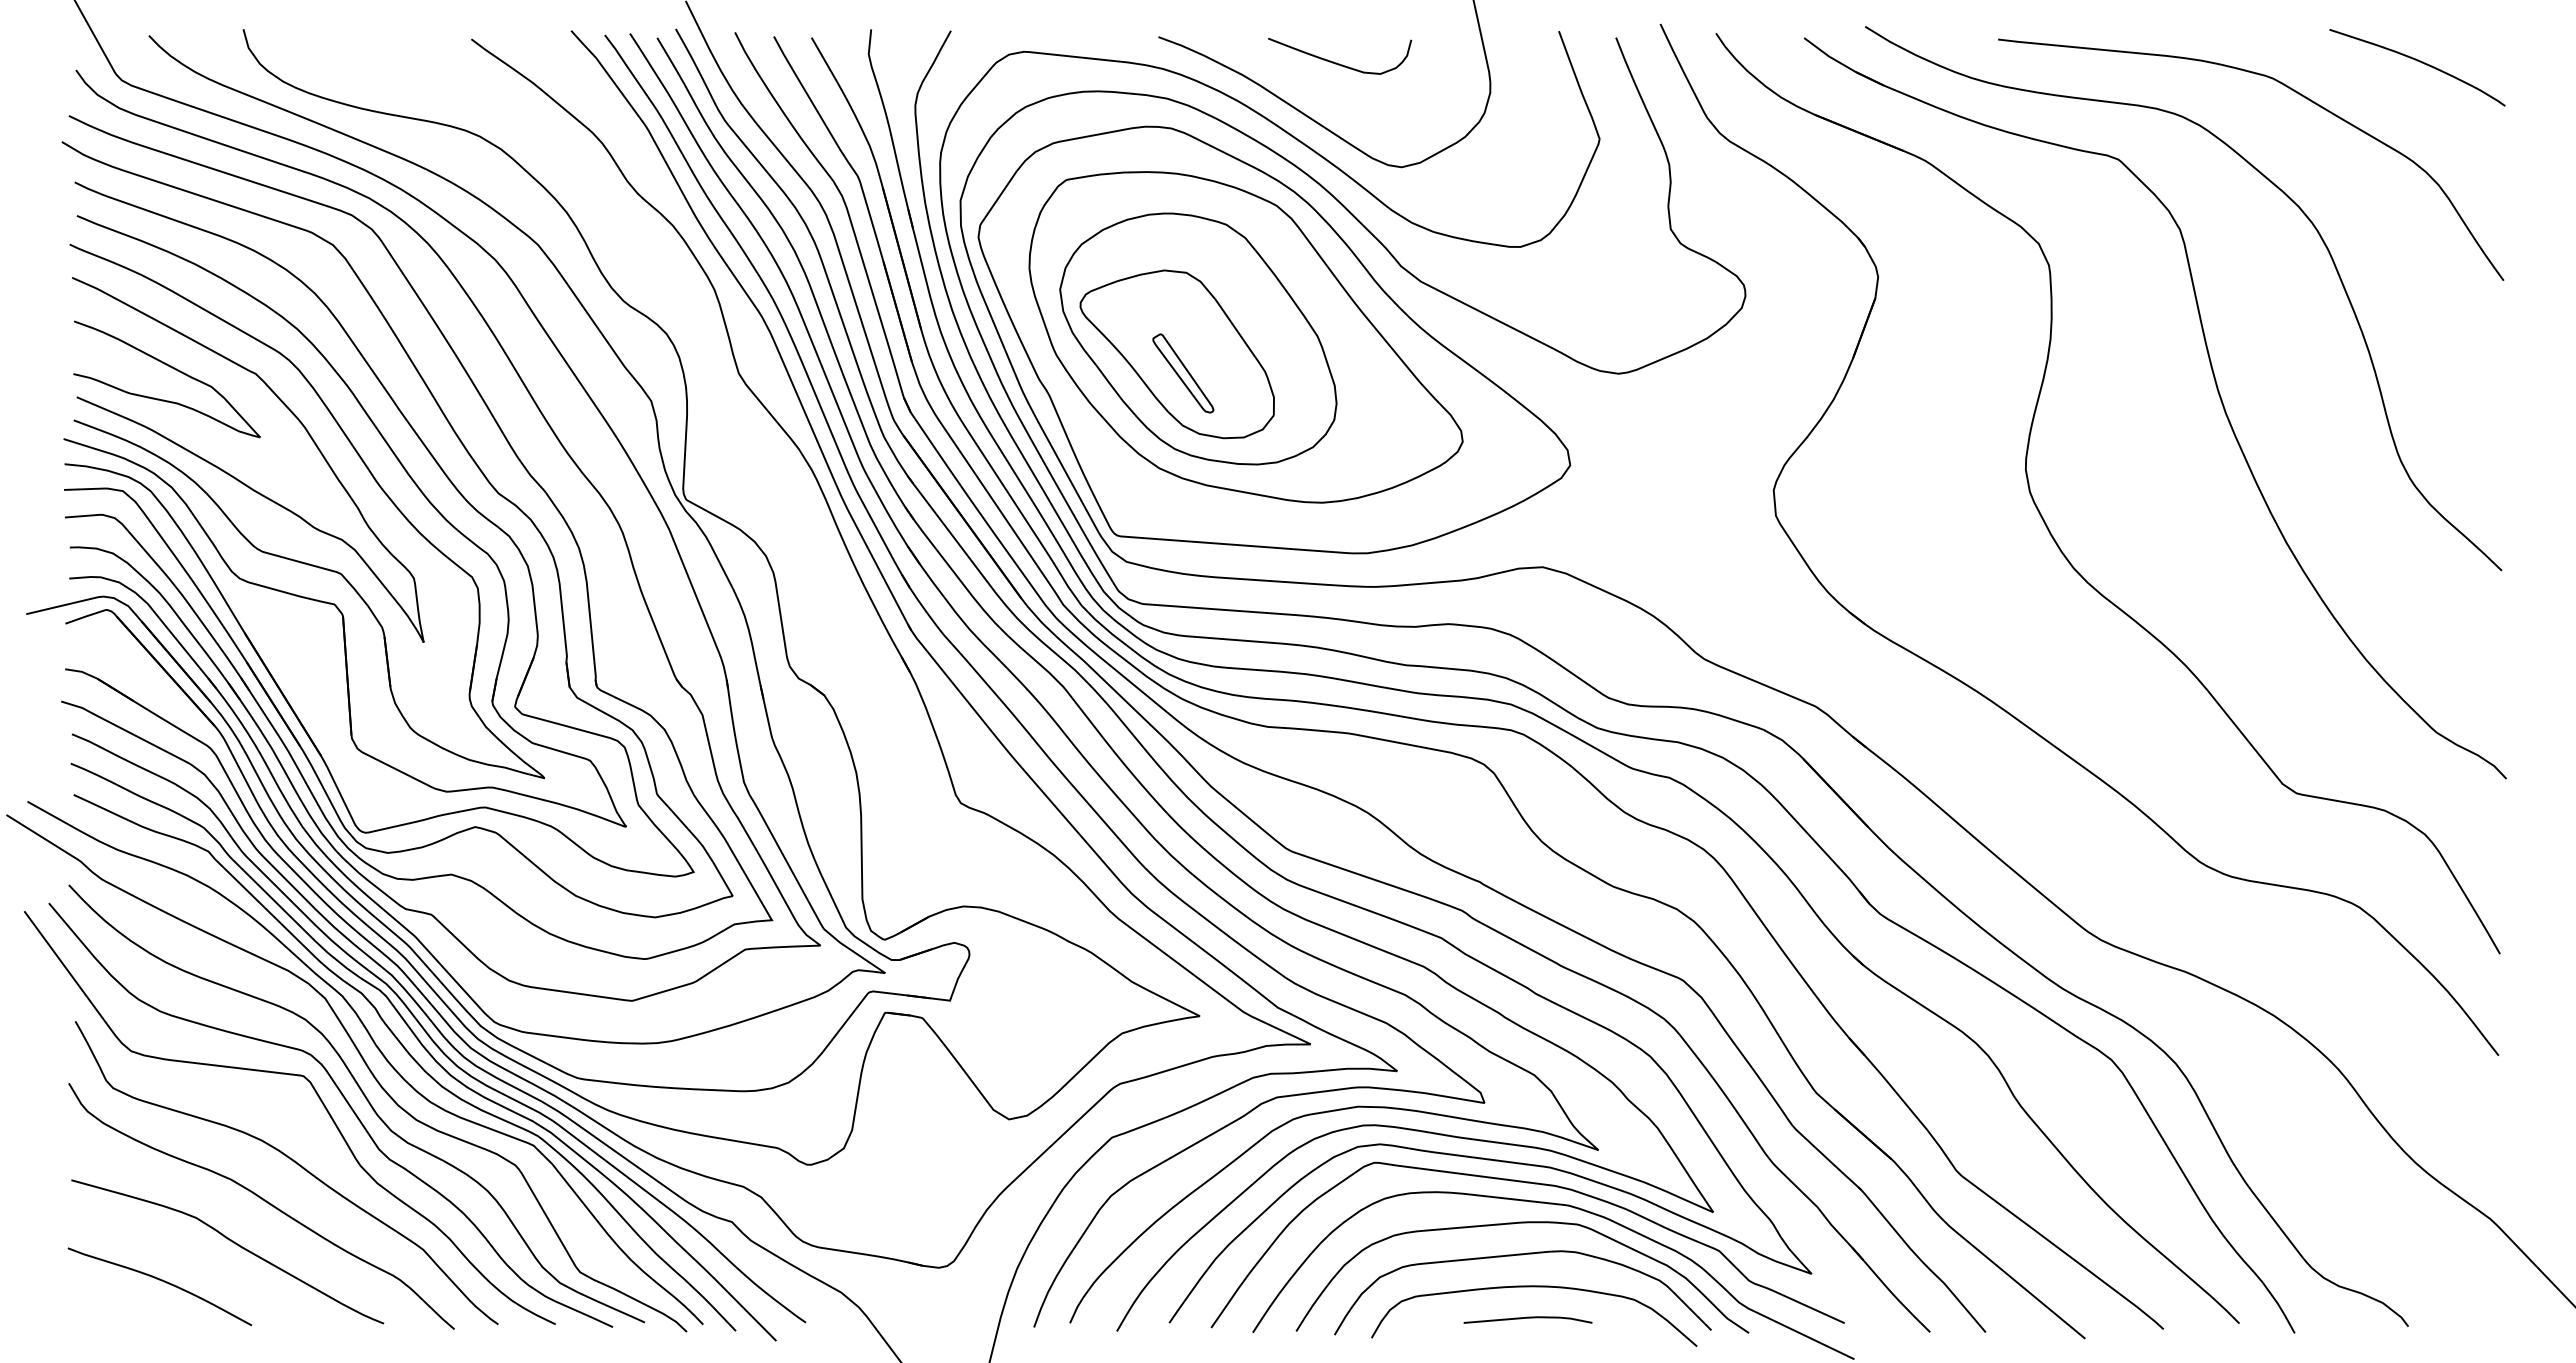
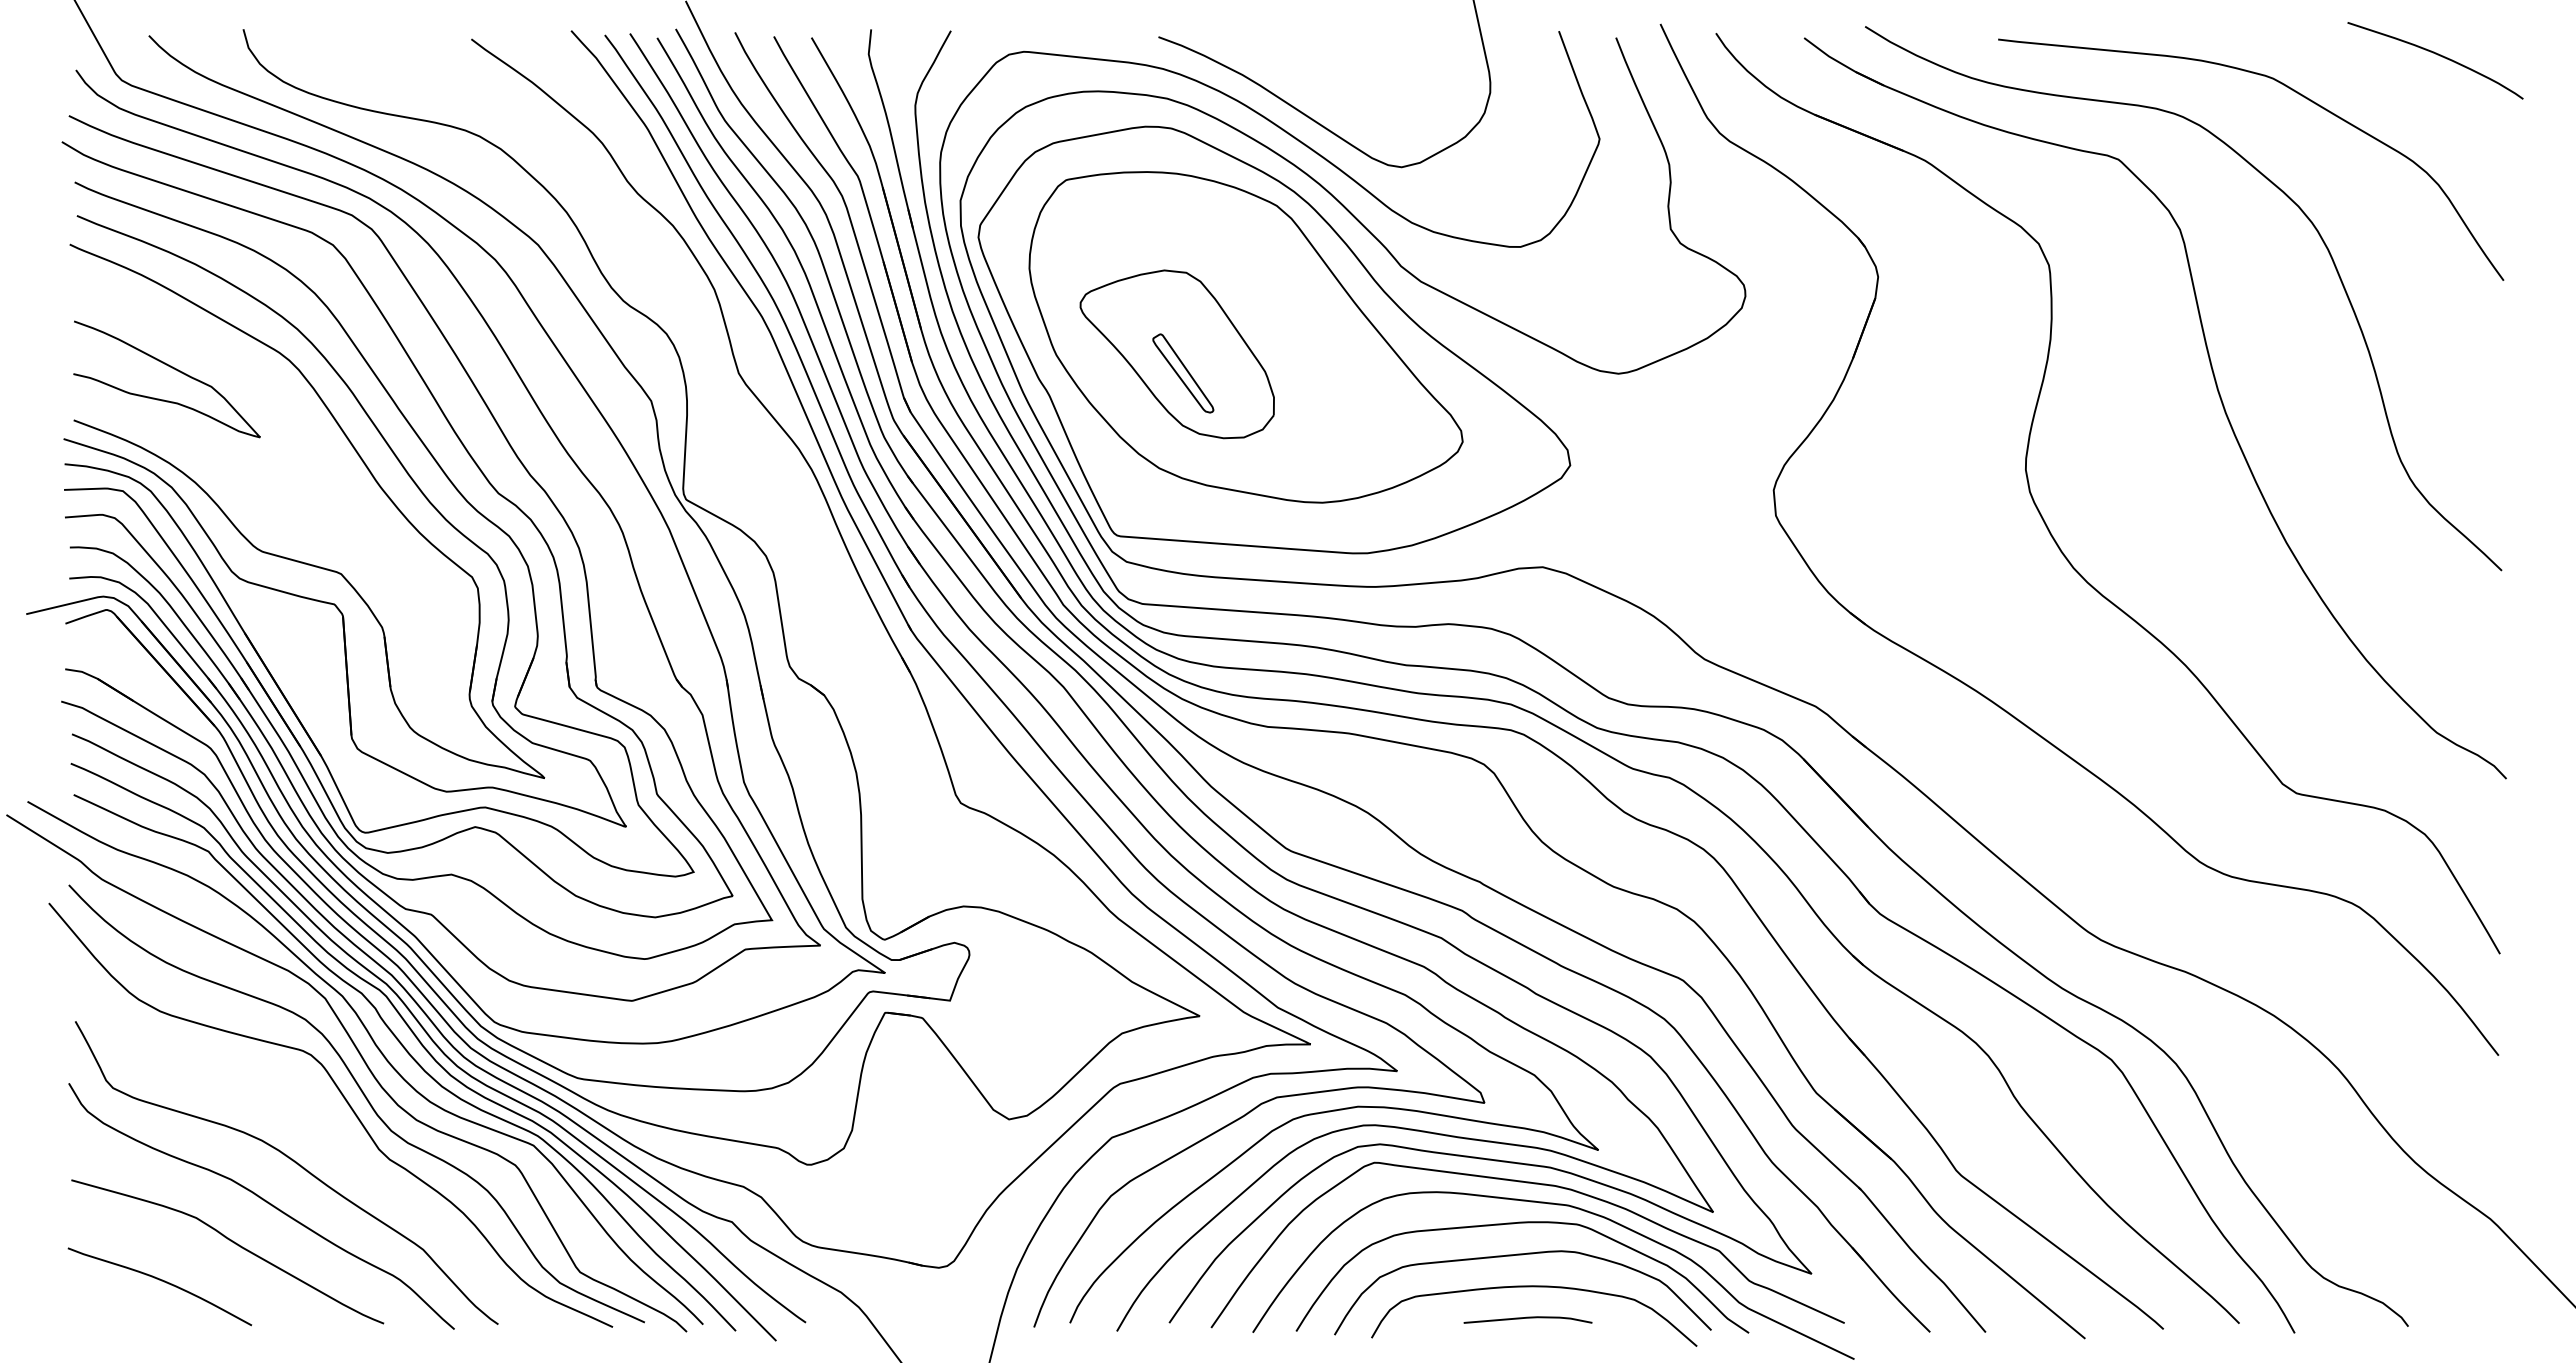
curve at (1336, 62): present -> none
curve at (2419, 62) position: (2419, 62) -> (2437, 55)
part at (1198, 338): present -> none
curve at (239, 479): present -> none
curve at (320, 1101): present -> none
